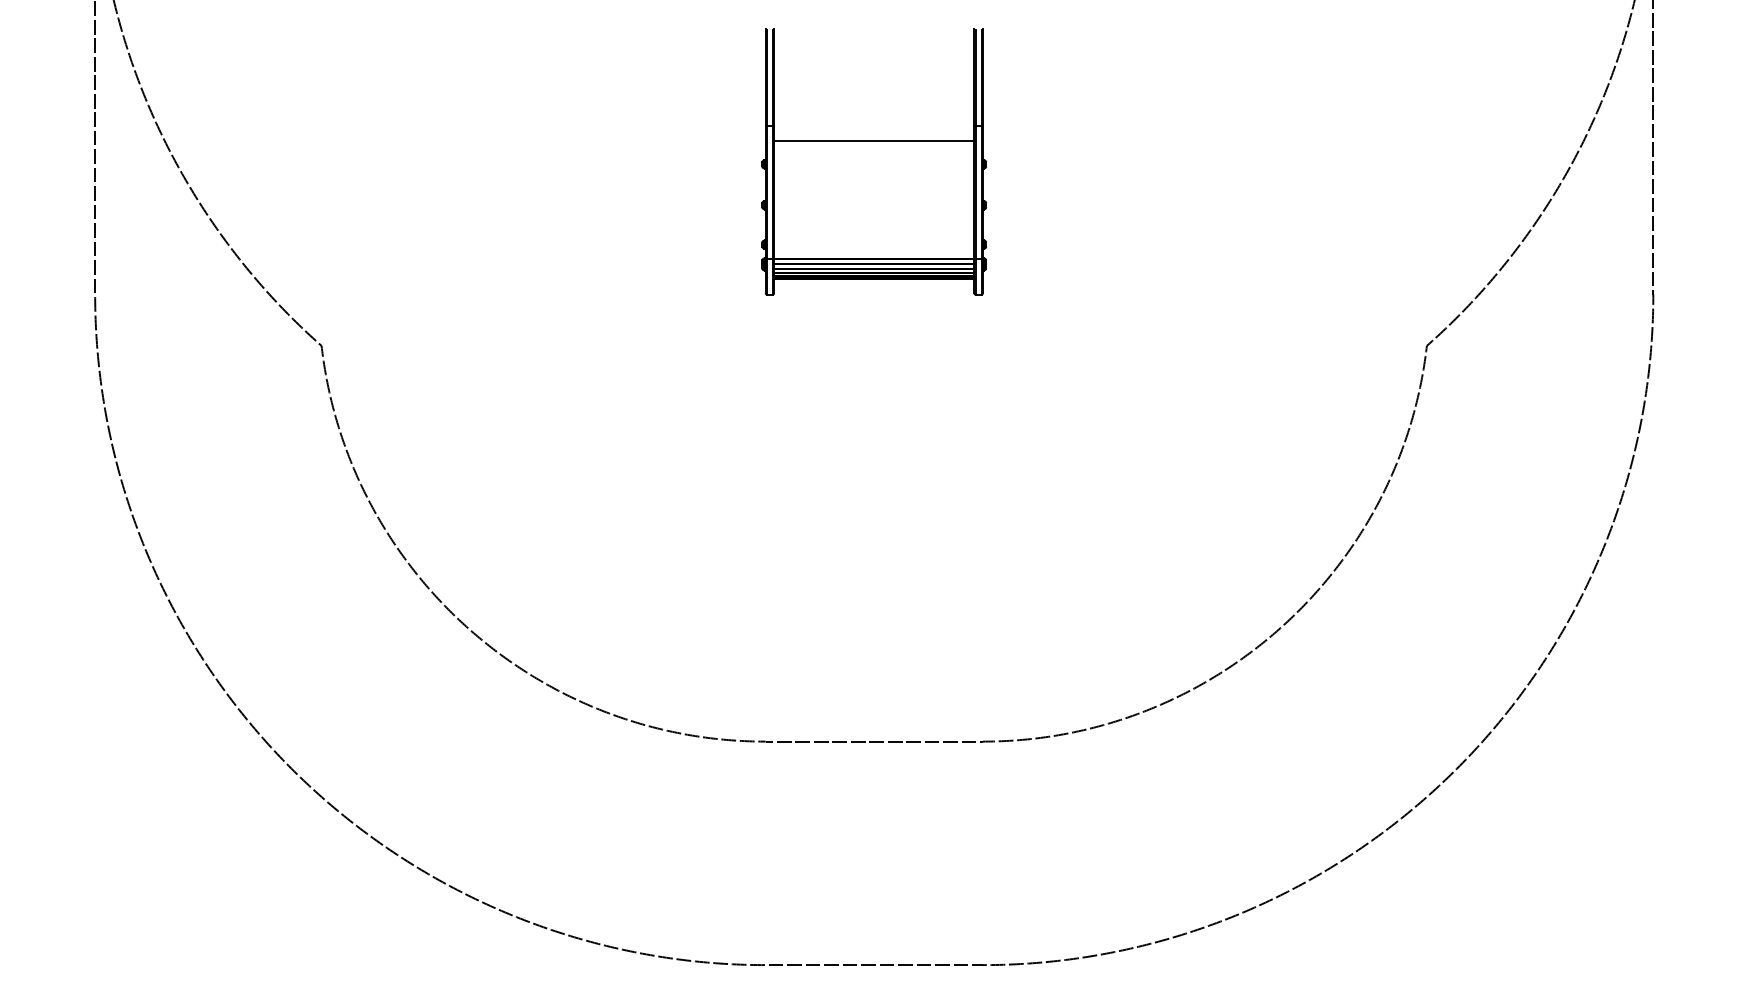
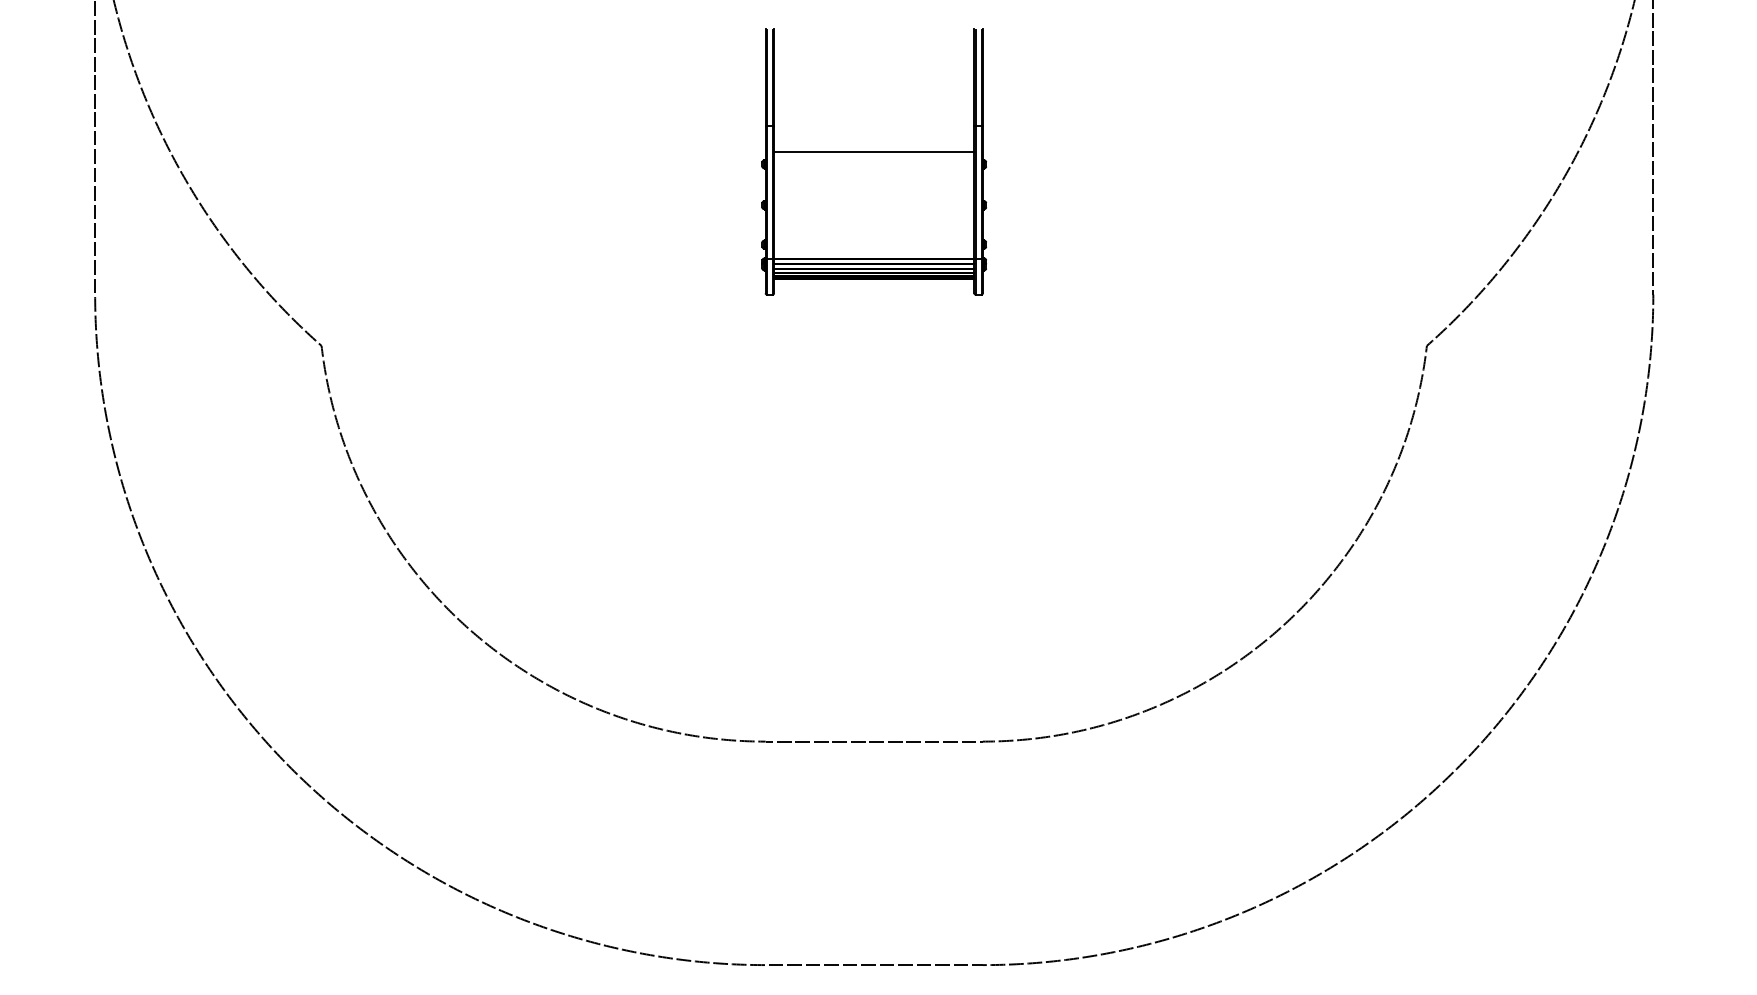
line at (874, 140) position: (874, 140) -> (874, 151)
